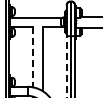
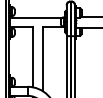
line at (33, 57): dashed -> solid
line at (66, 67): dashed -> solid
